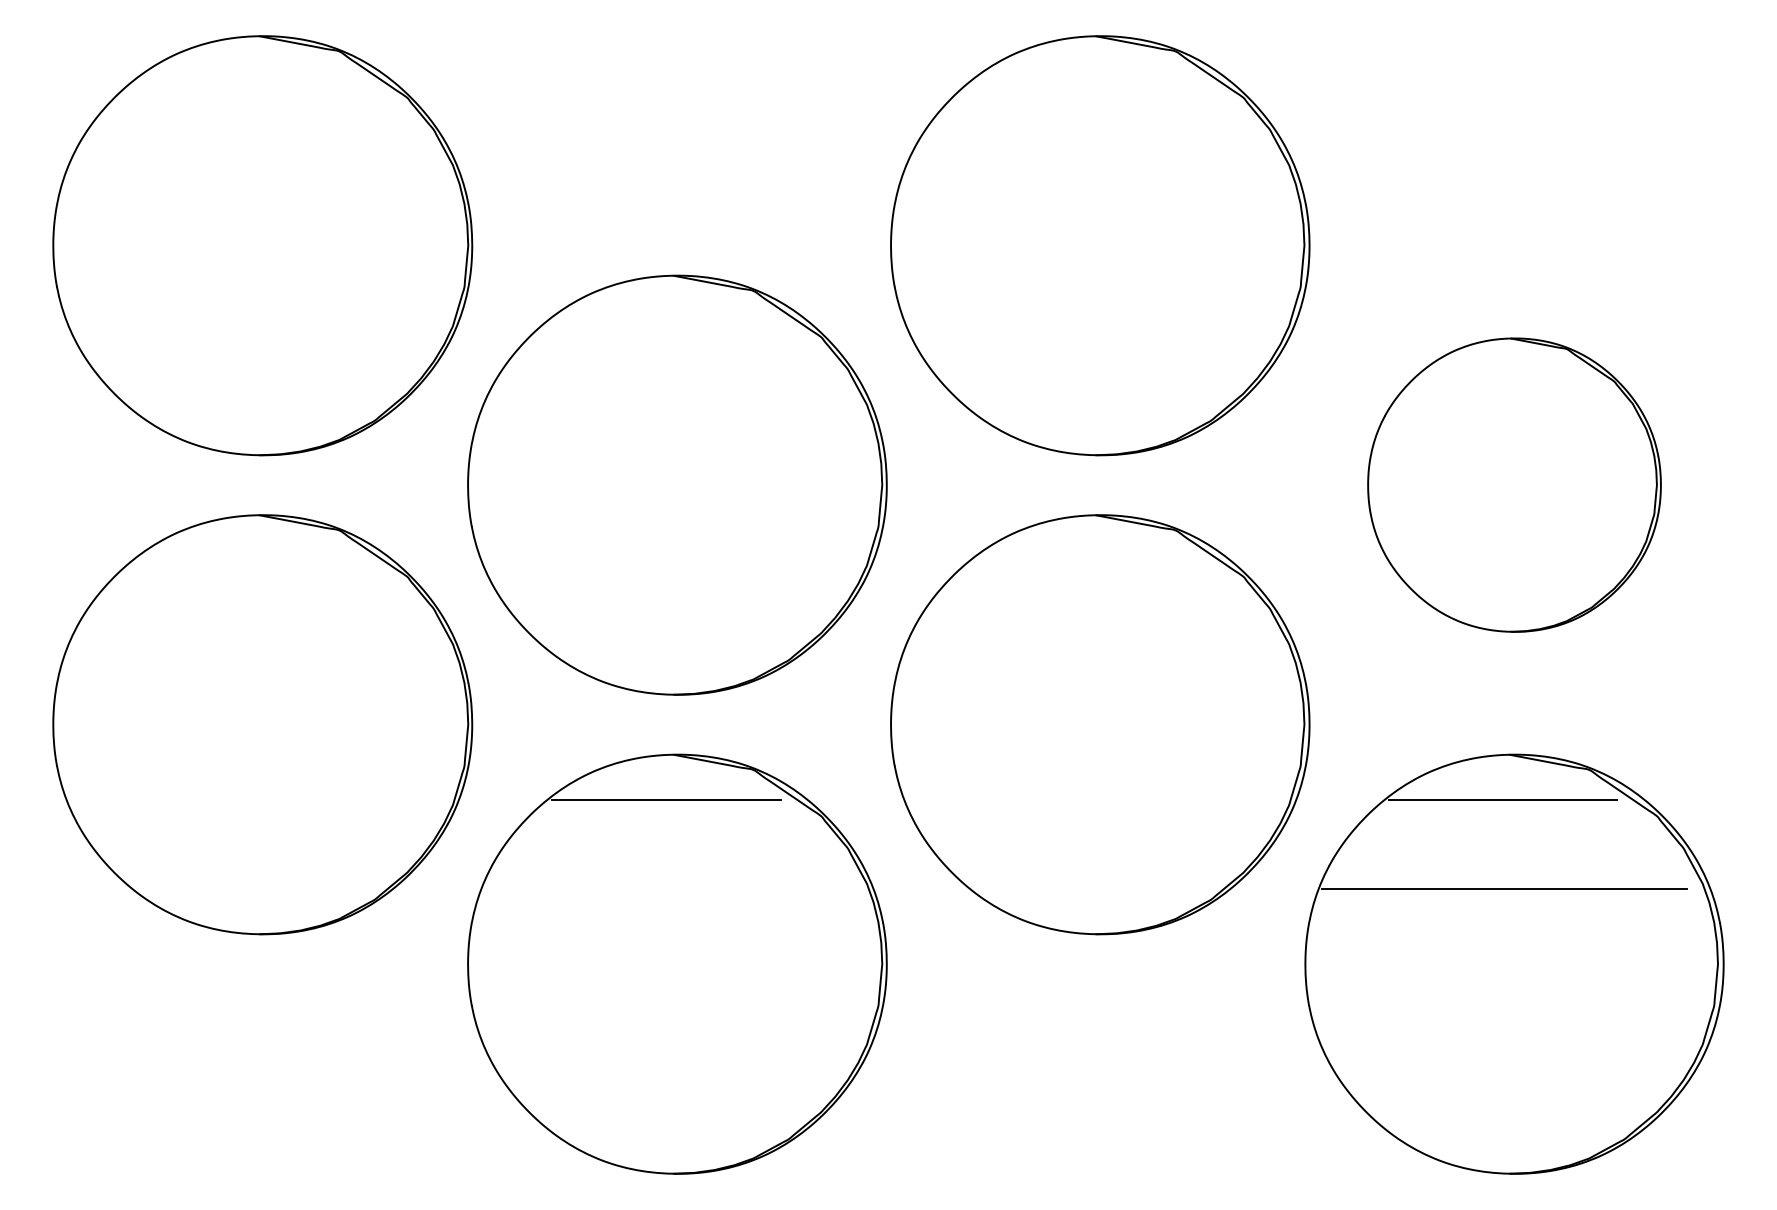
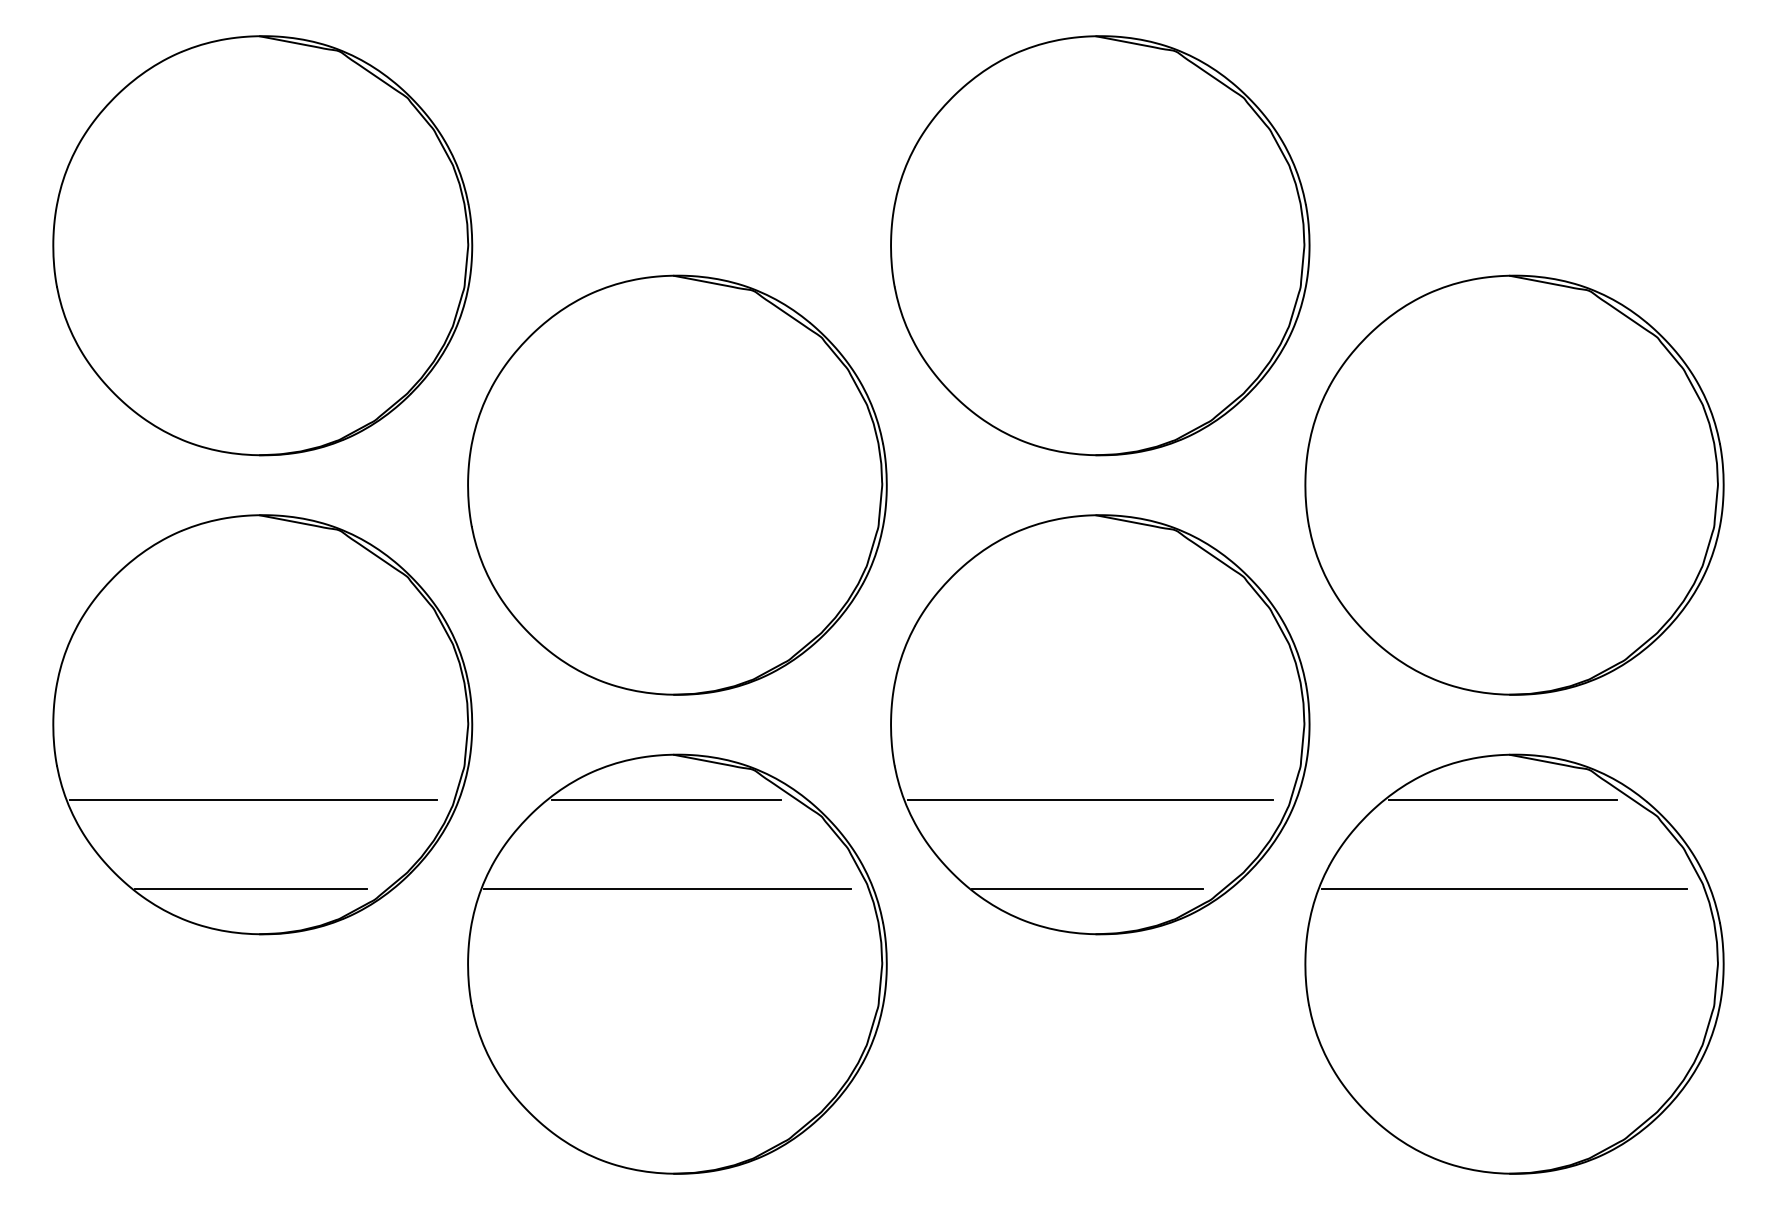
part at (1514, 484) size: 295x296 px -> 421x422 px
line at (253, 799): none -> present
line at (1090, 799): none -> present
line at (250, 889): none -> present
line at (667, 889): none -> present
line at (1087, 889): none -> present
